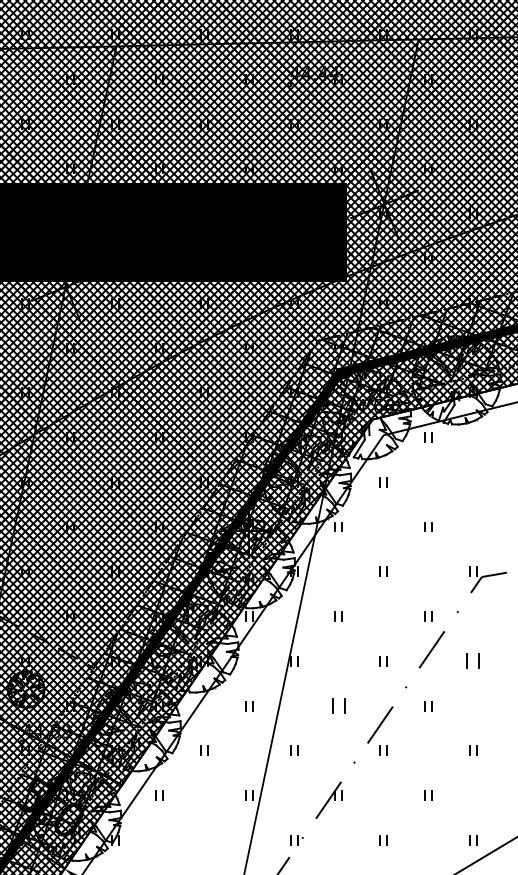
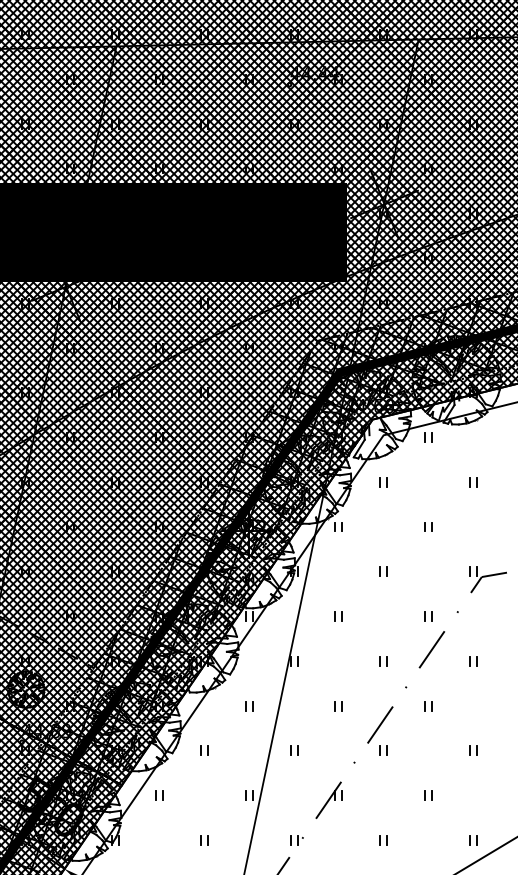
part at (473, 482): none -> present
part at (472, 660) size: 14x16 px -> 9x11 px
part at (338, 705) size: 14x16 px -> 9x11 px
part at (204, 840): none -> present
